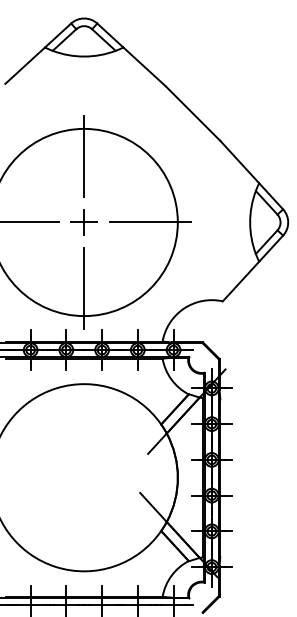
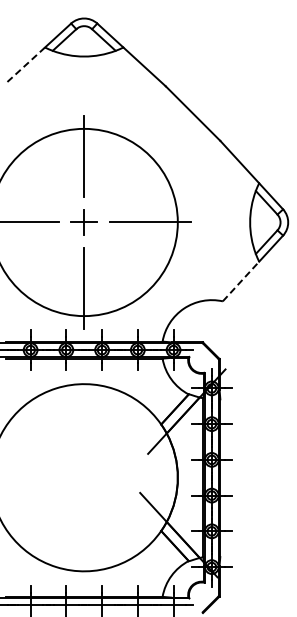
line at (25, 65): solid -> dashed
line at (241, 281): solid -> dashed
